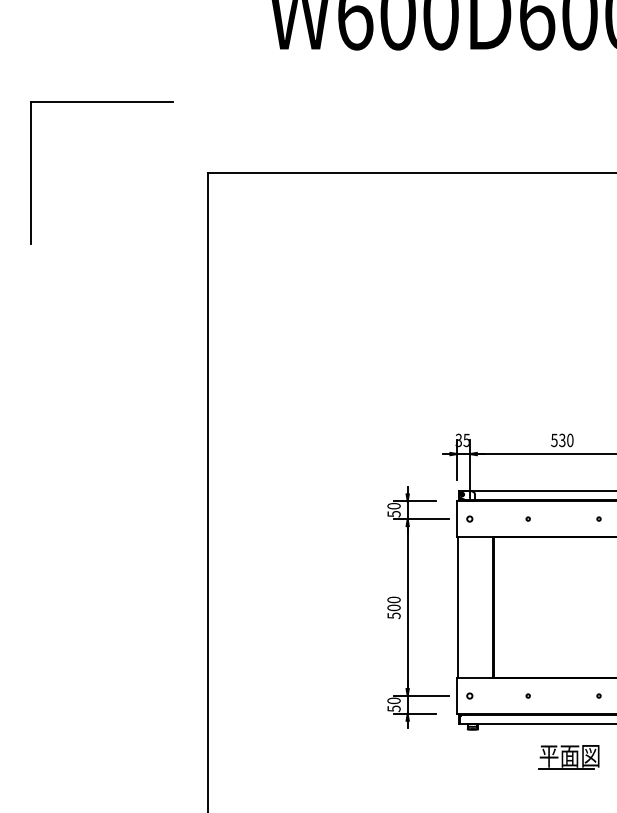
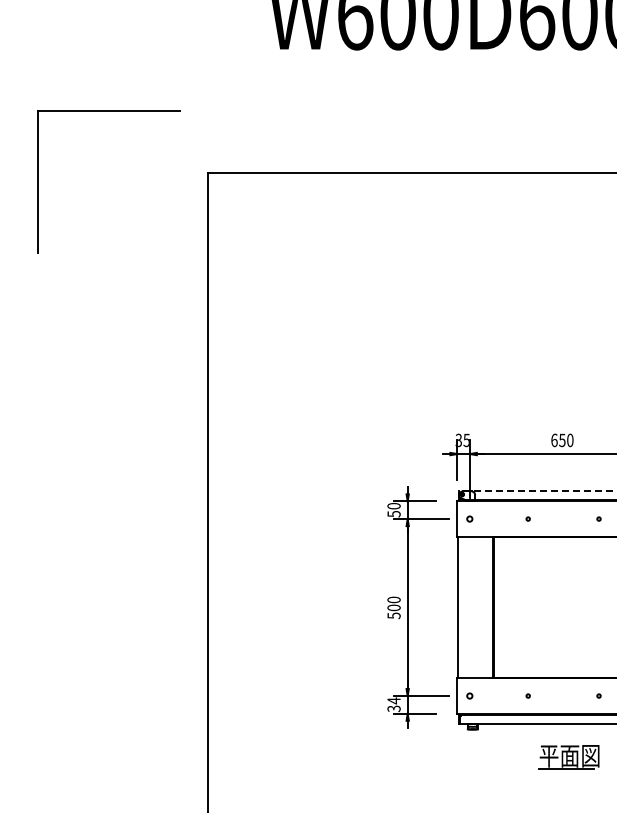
part at (101, 102) position: (101, 102) -> (108, 111)
text at (558, 440): 530 -> 650
line at (537, 490): solid -> dashed
text at (393, 704): 50 -> 34
